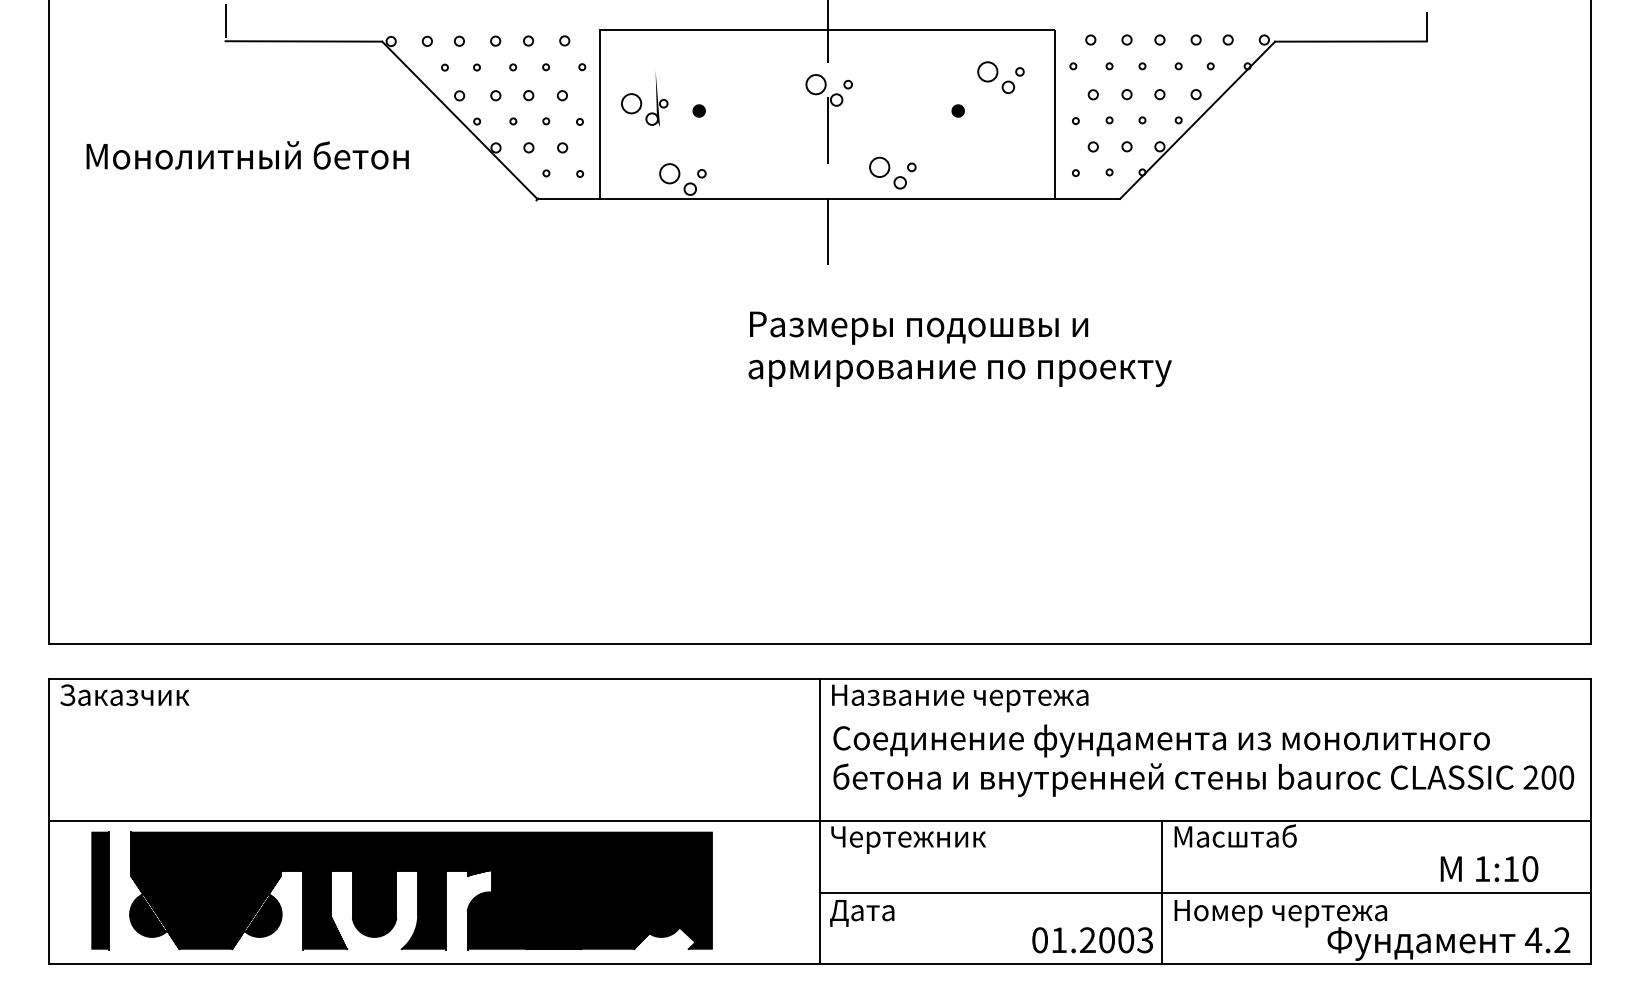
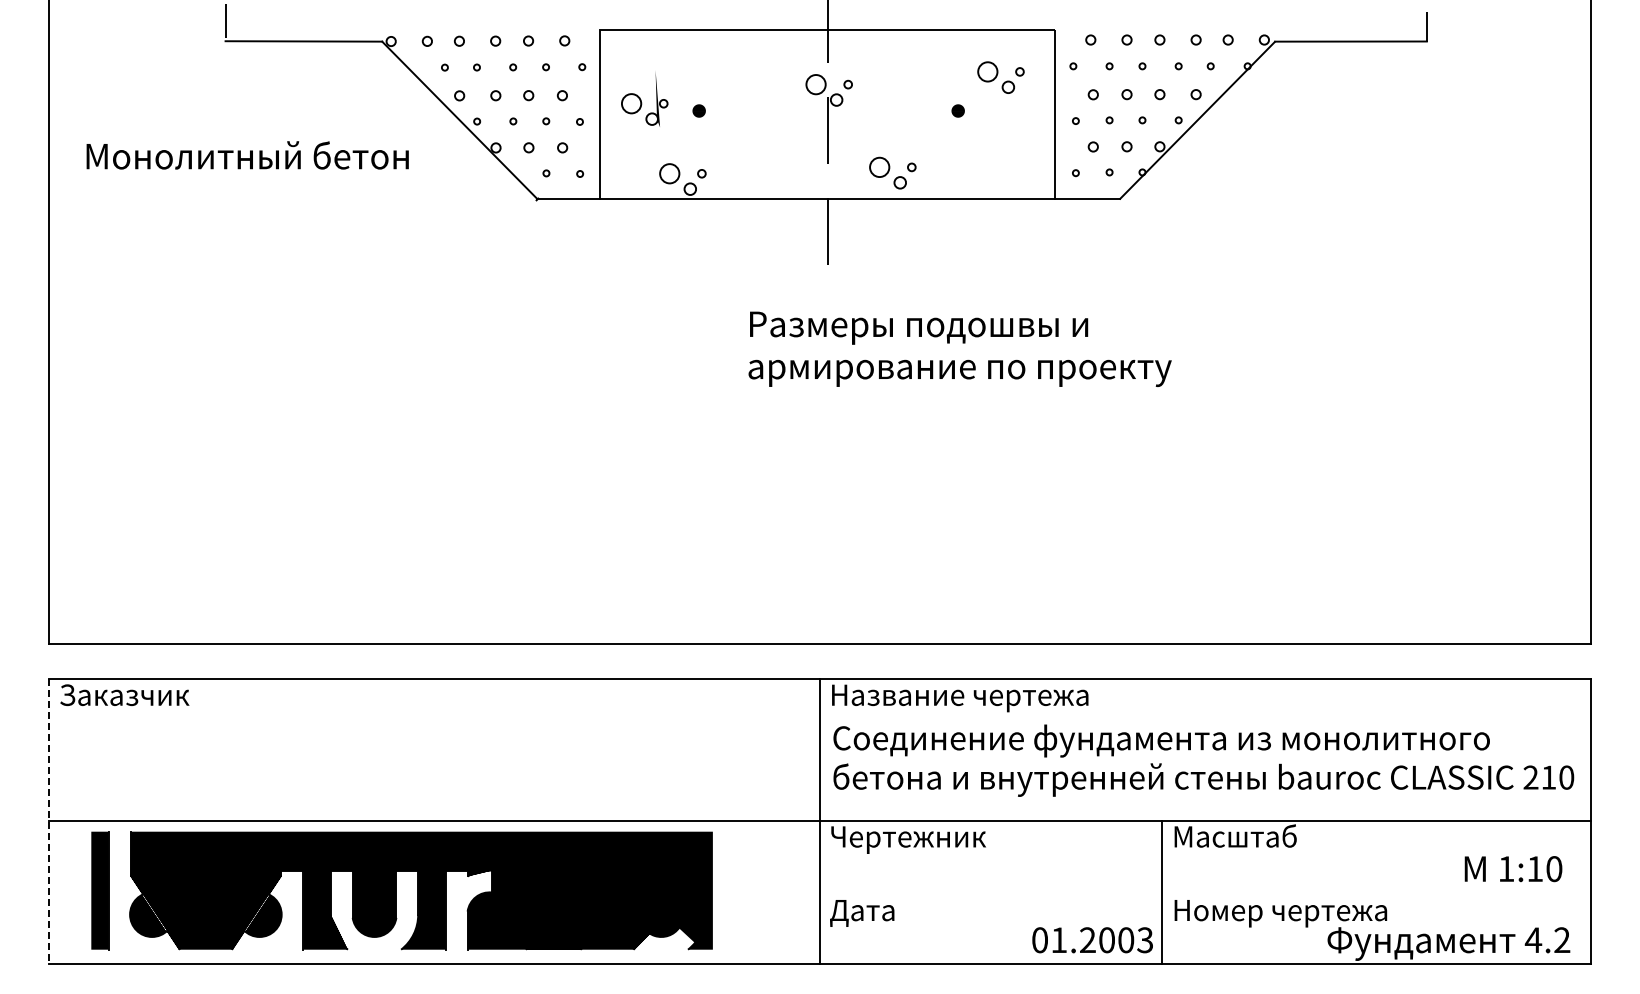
text at (1548, 777): 200 -> 210
line at (49, 821): solid -> dashed
text at (1489, 869) position: (1489, 869) -> (1513, 869)
line at (1204, 892): present -> none
